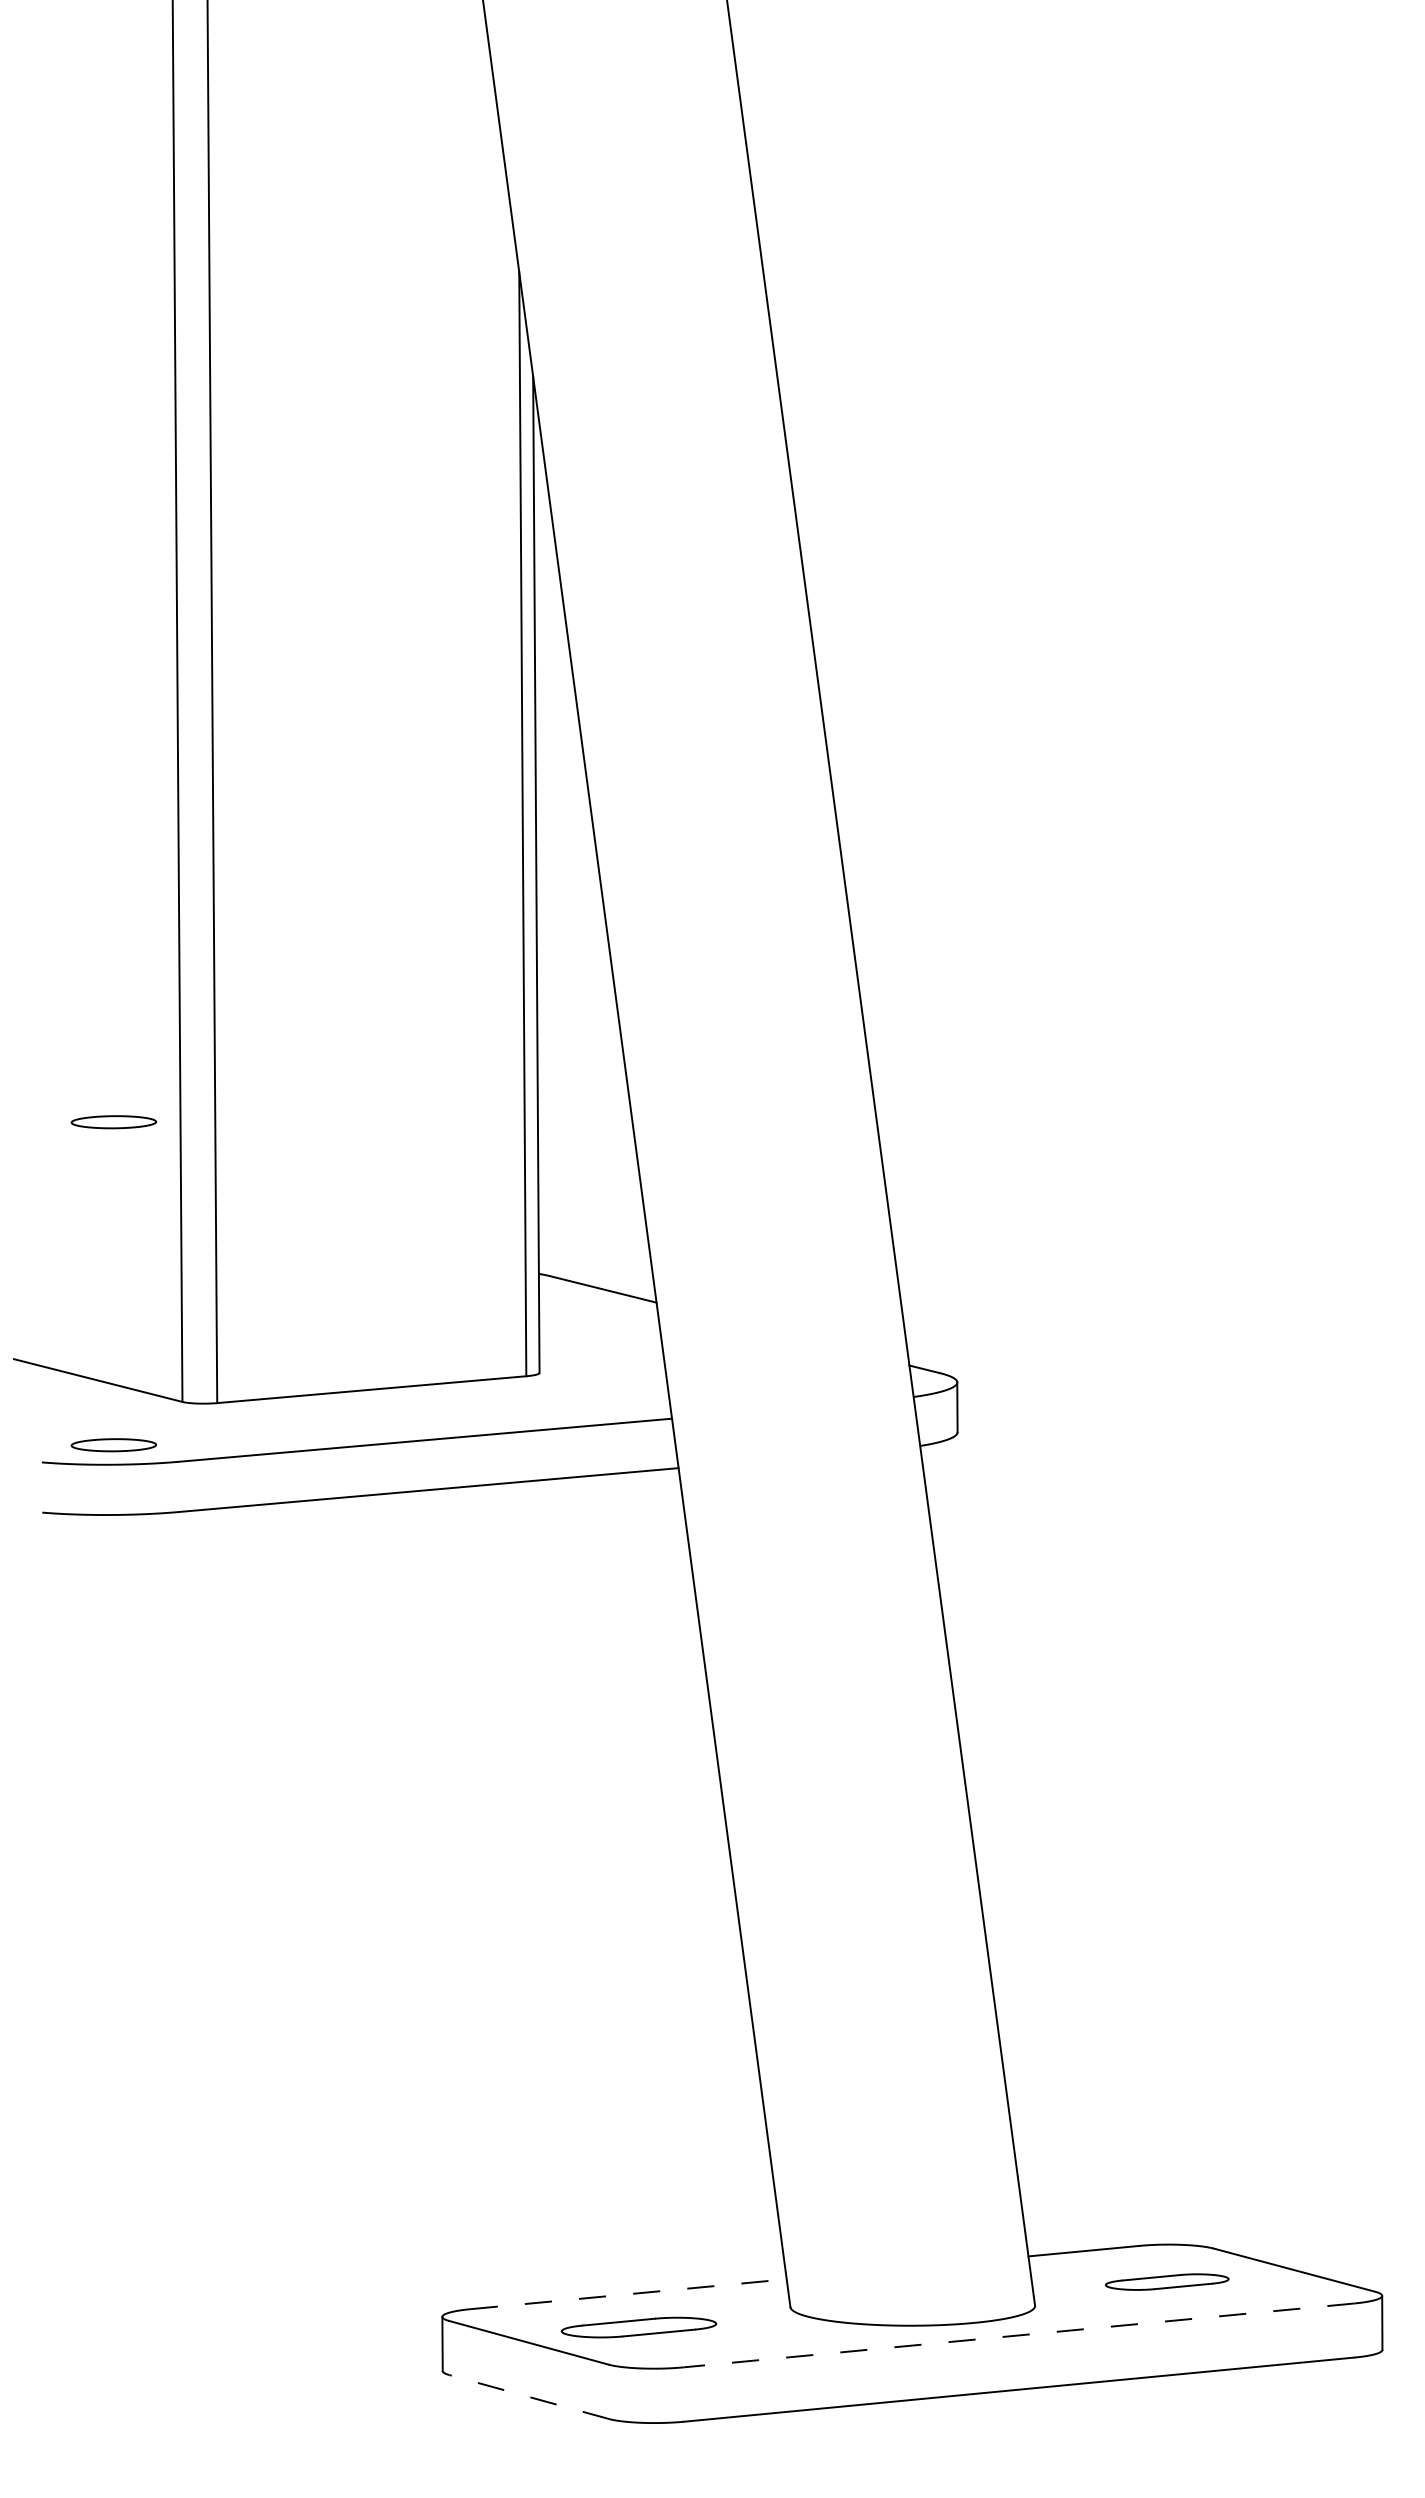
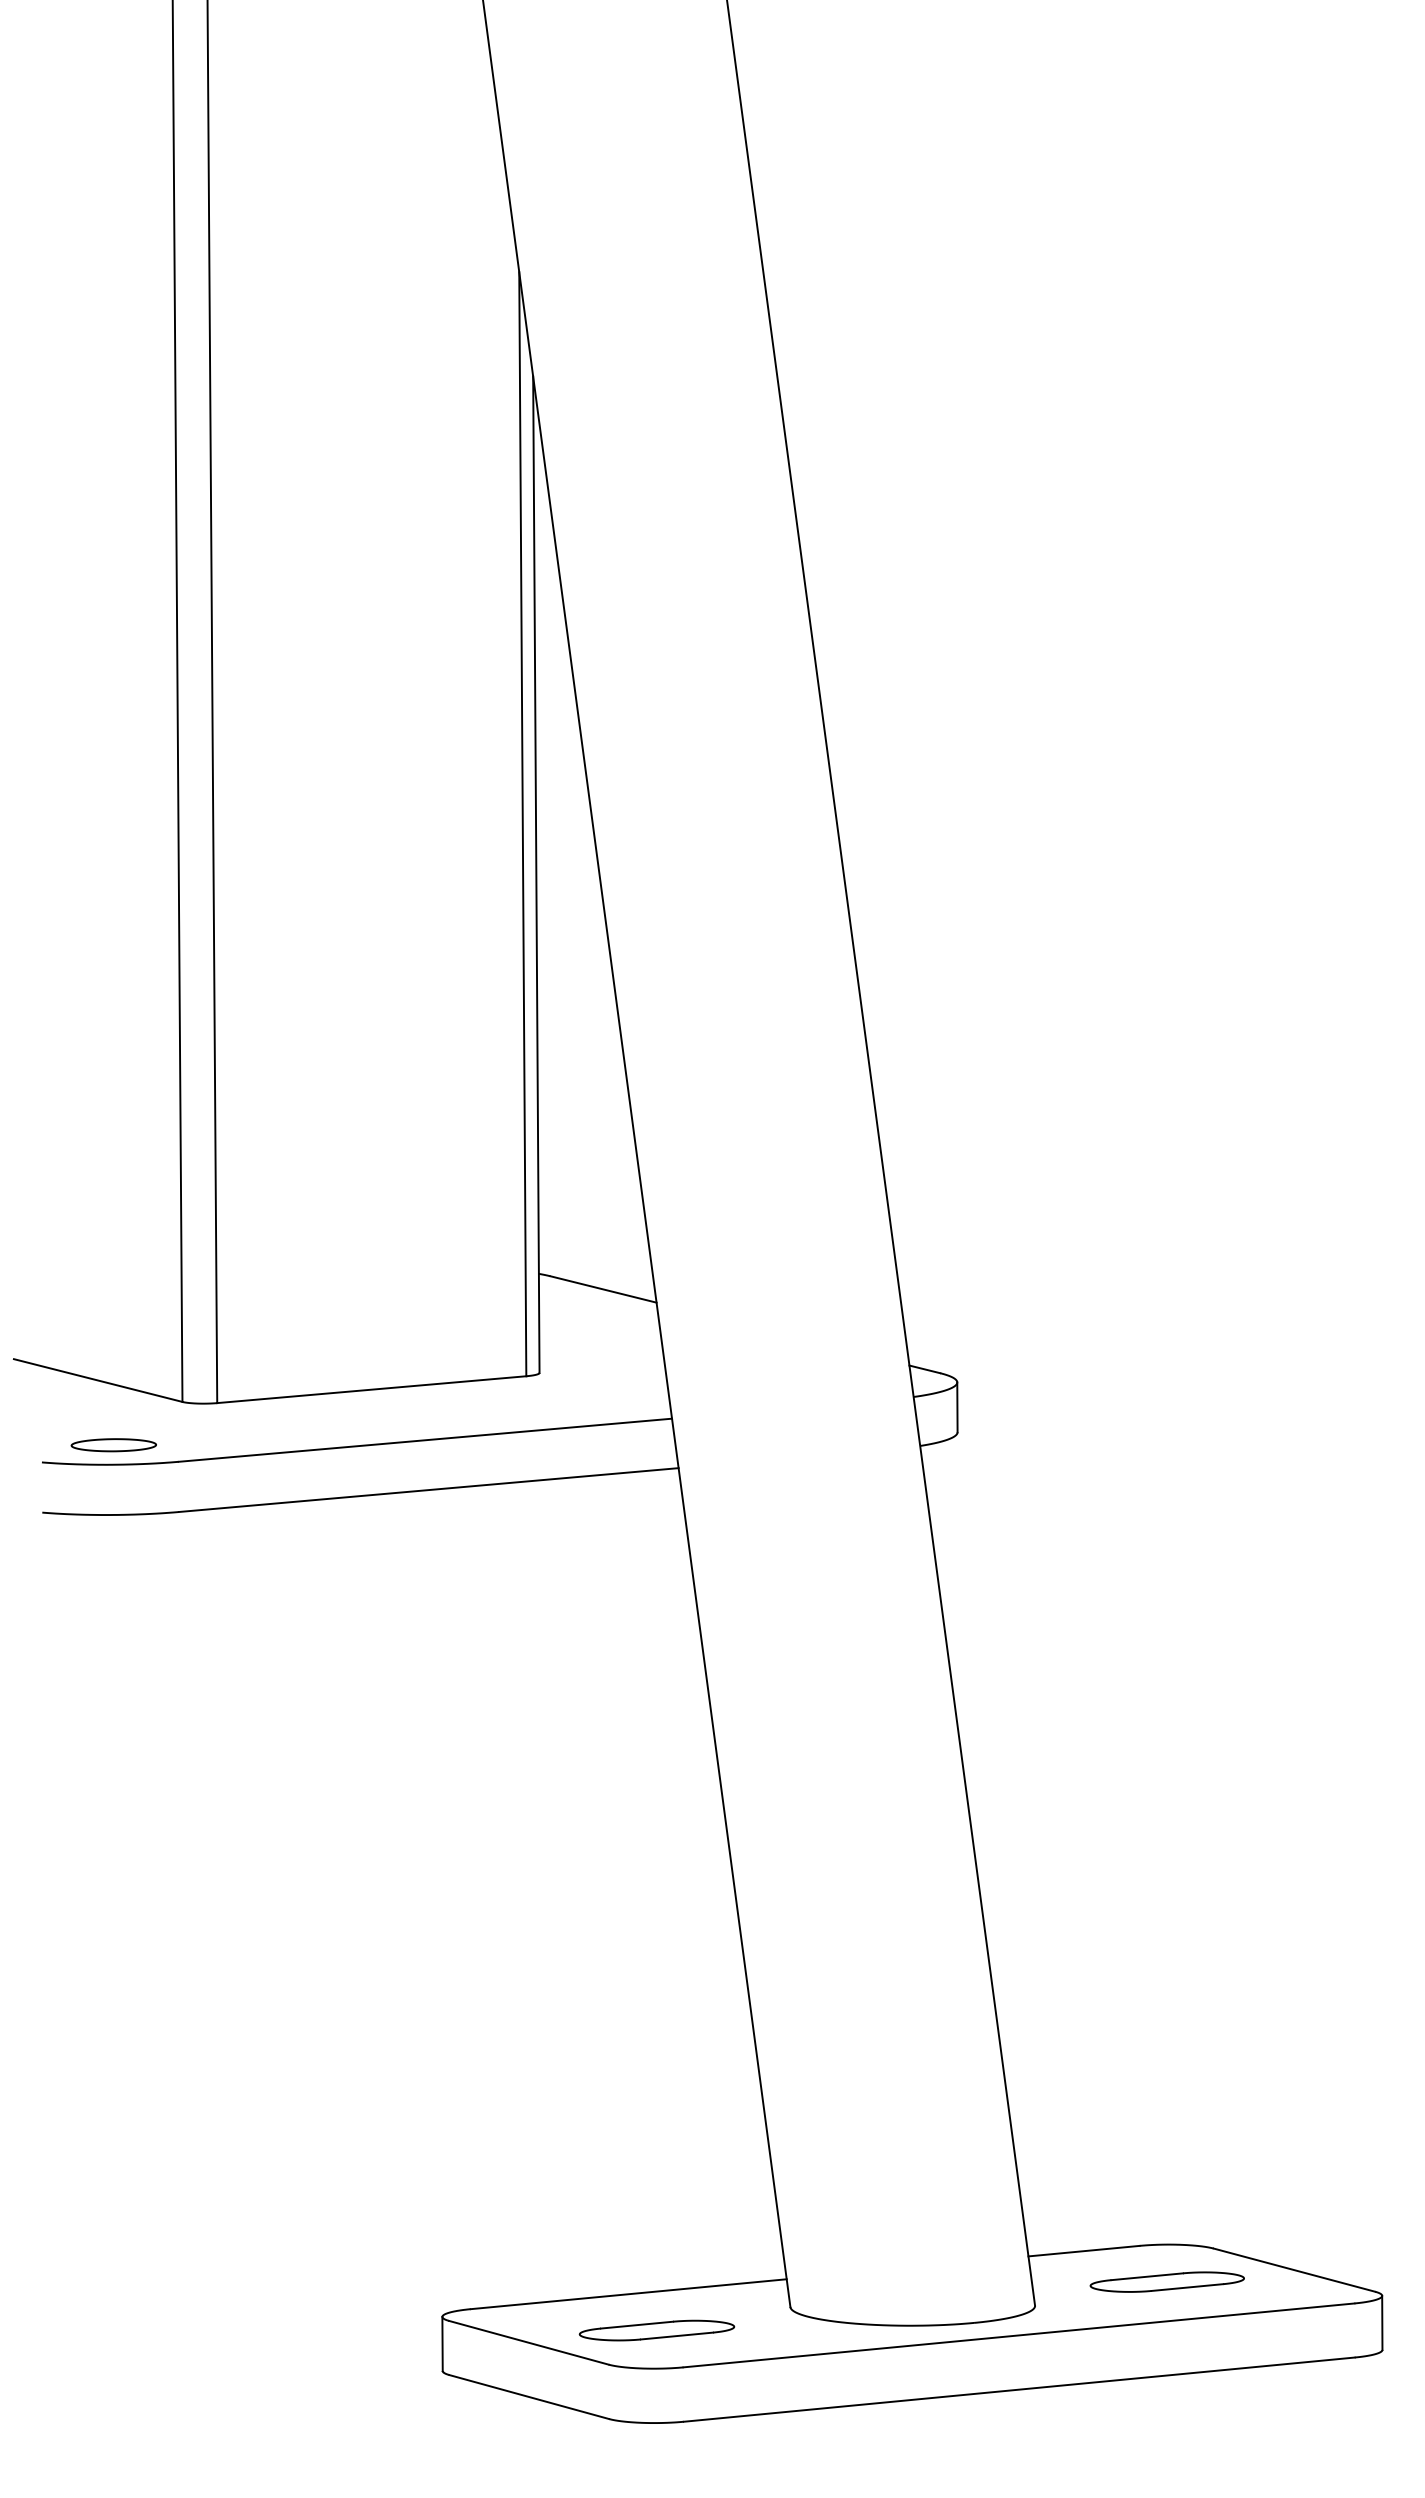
part at (113, 1122): present -> none
part at (1167, 2281) size: 125x18 px -> 156x22 px
line at (628, 2294): dashed -> solid
part at (638, 2327) position: (638, 2327) -> (656, 2330)
line at (1018, 2335): dashed -> solid
line at (529, 2397): dashed -> solid
